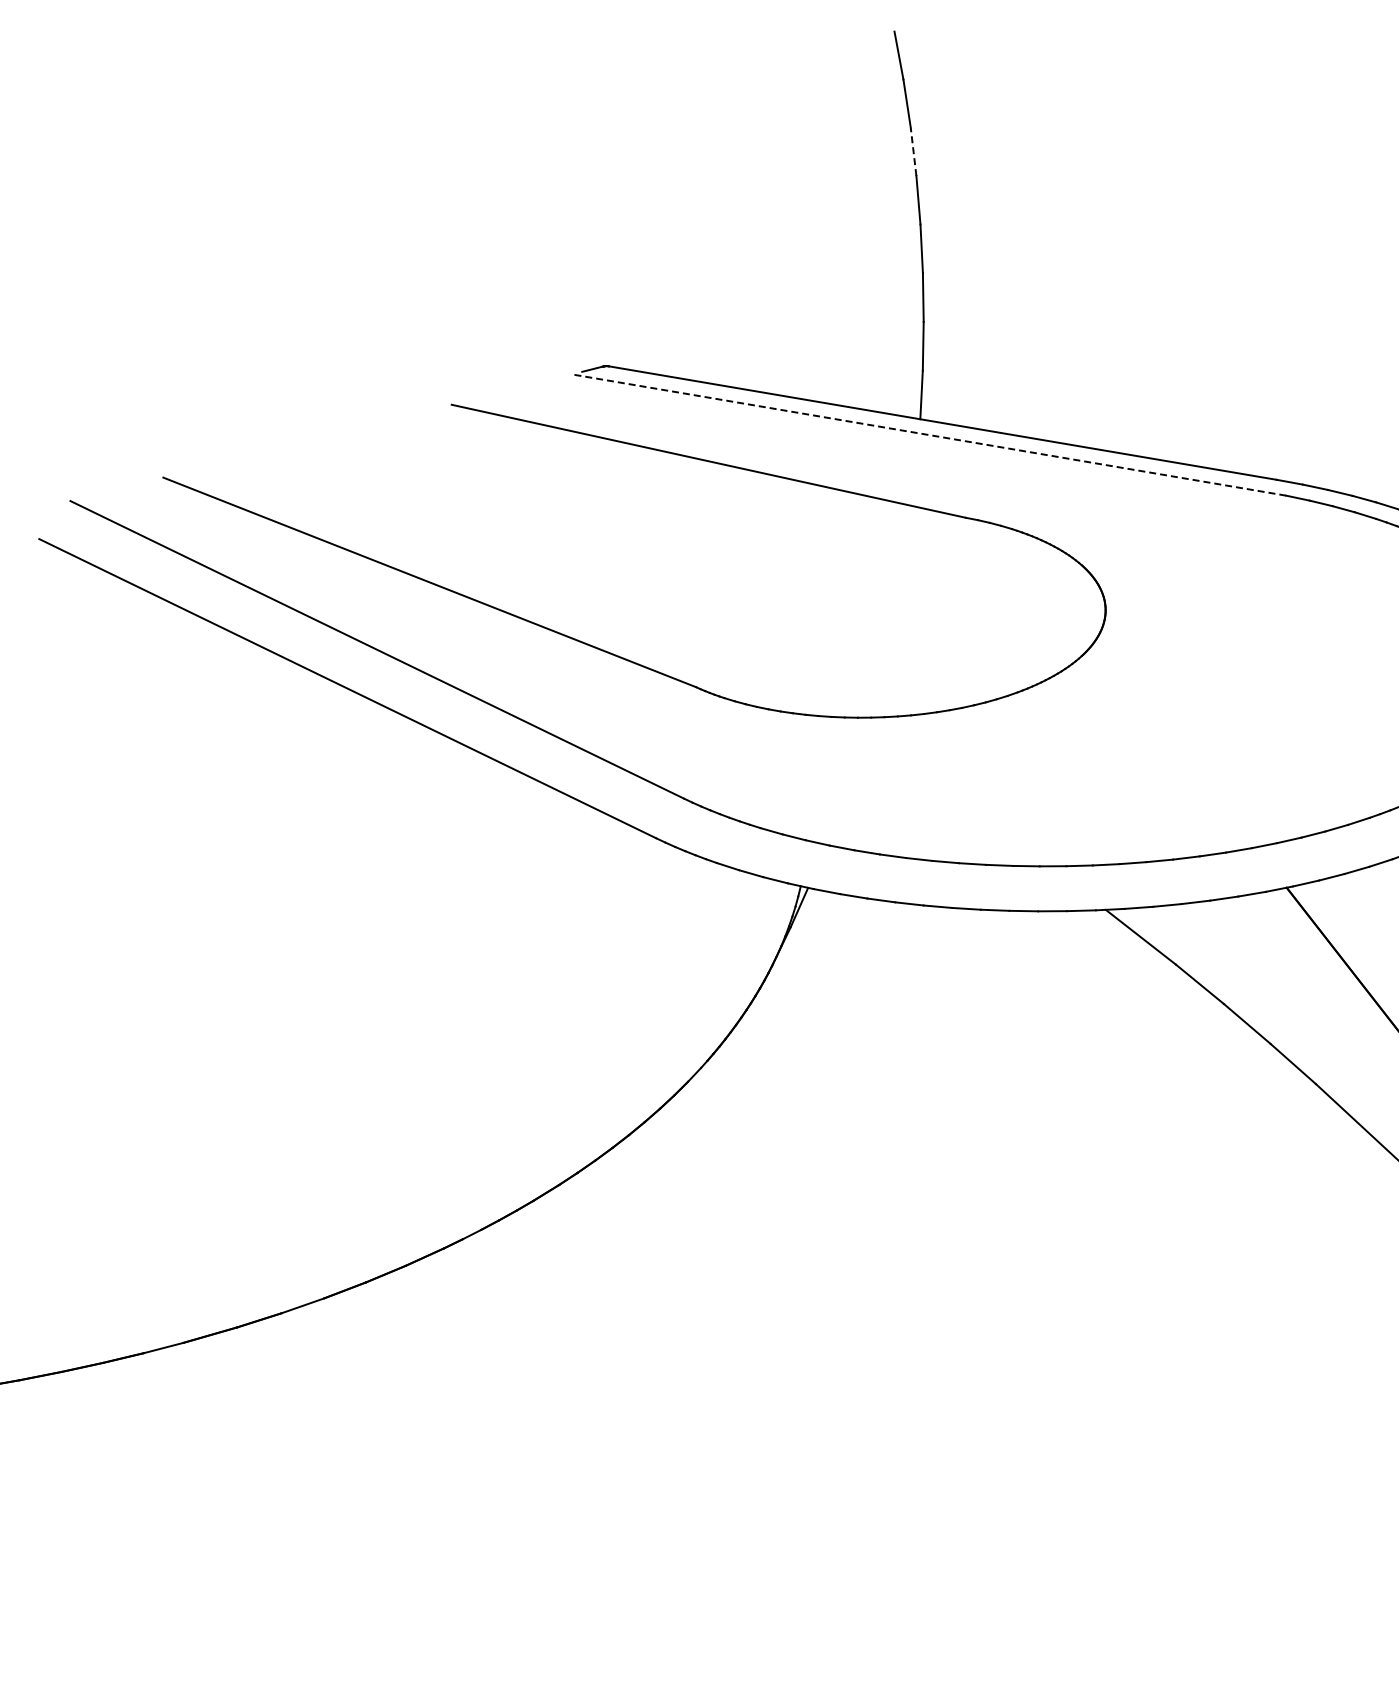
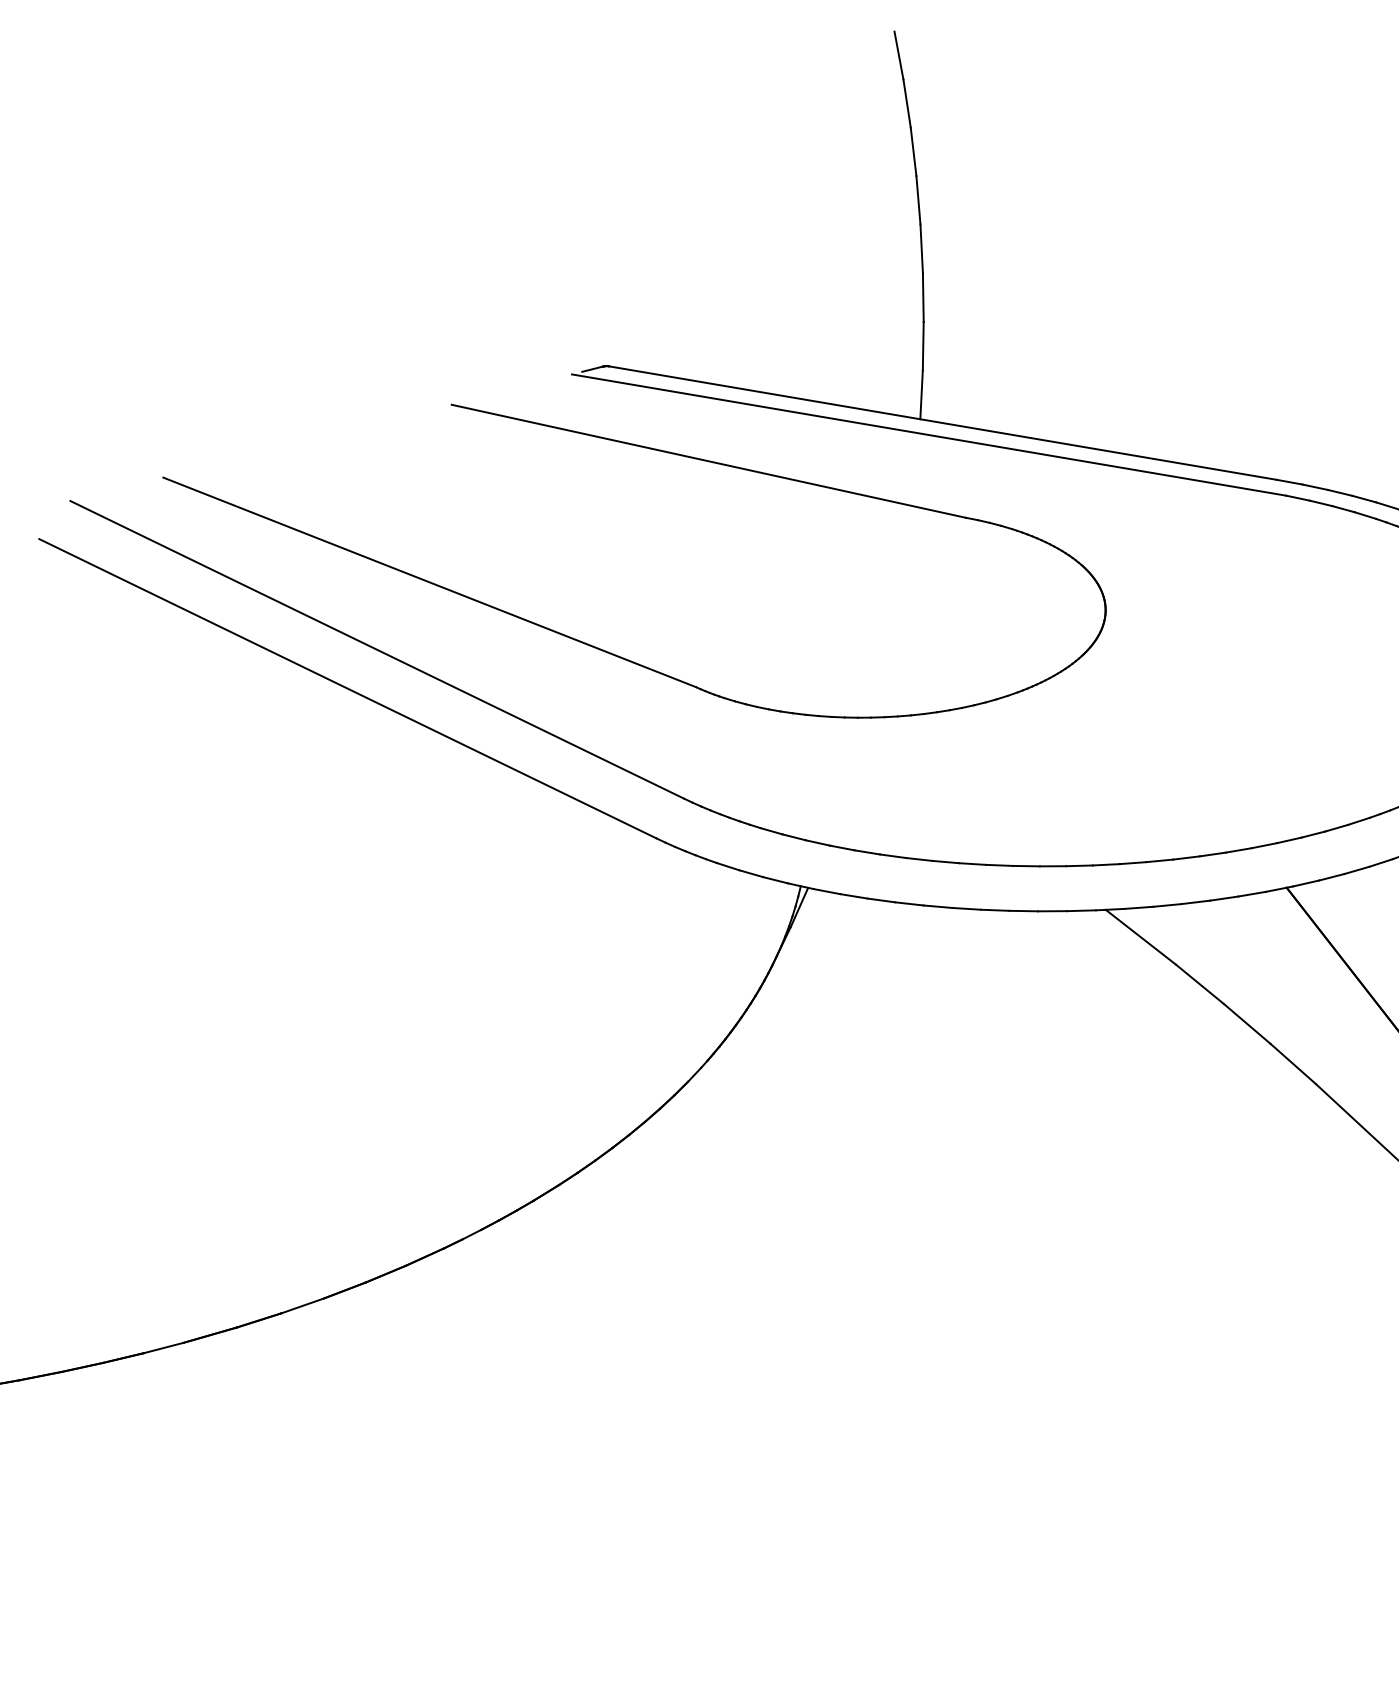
line at (913, 151): dashed -> solid
line at (928, 434): dashed -> solid
